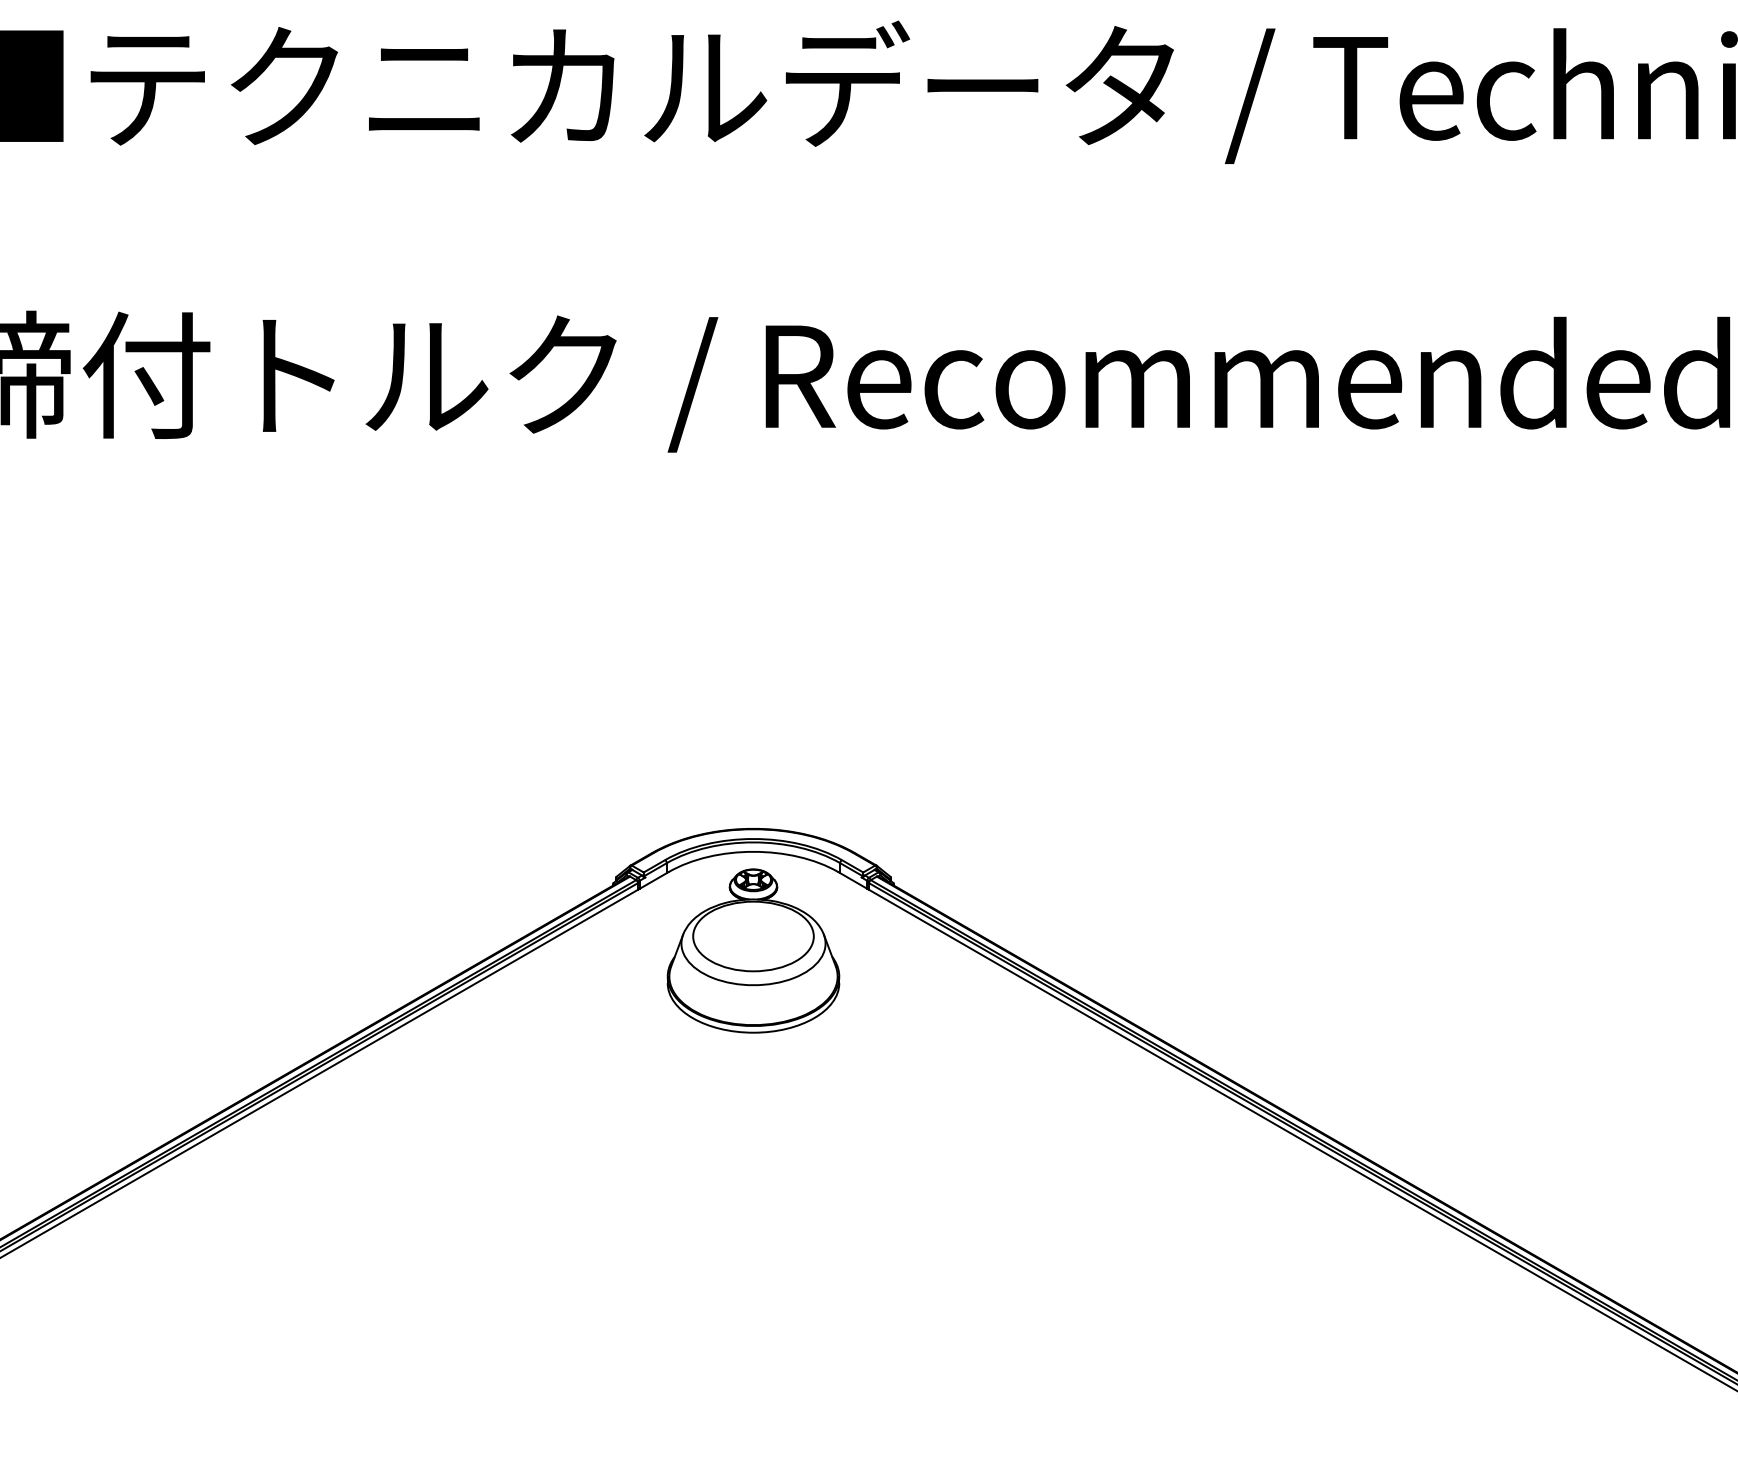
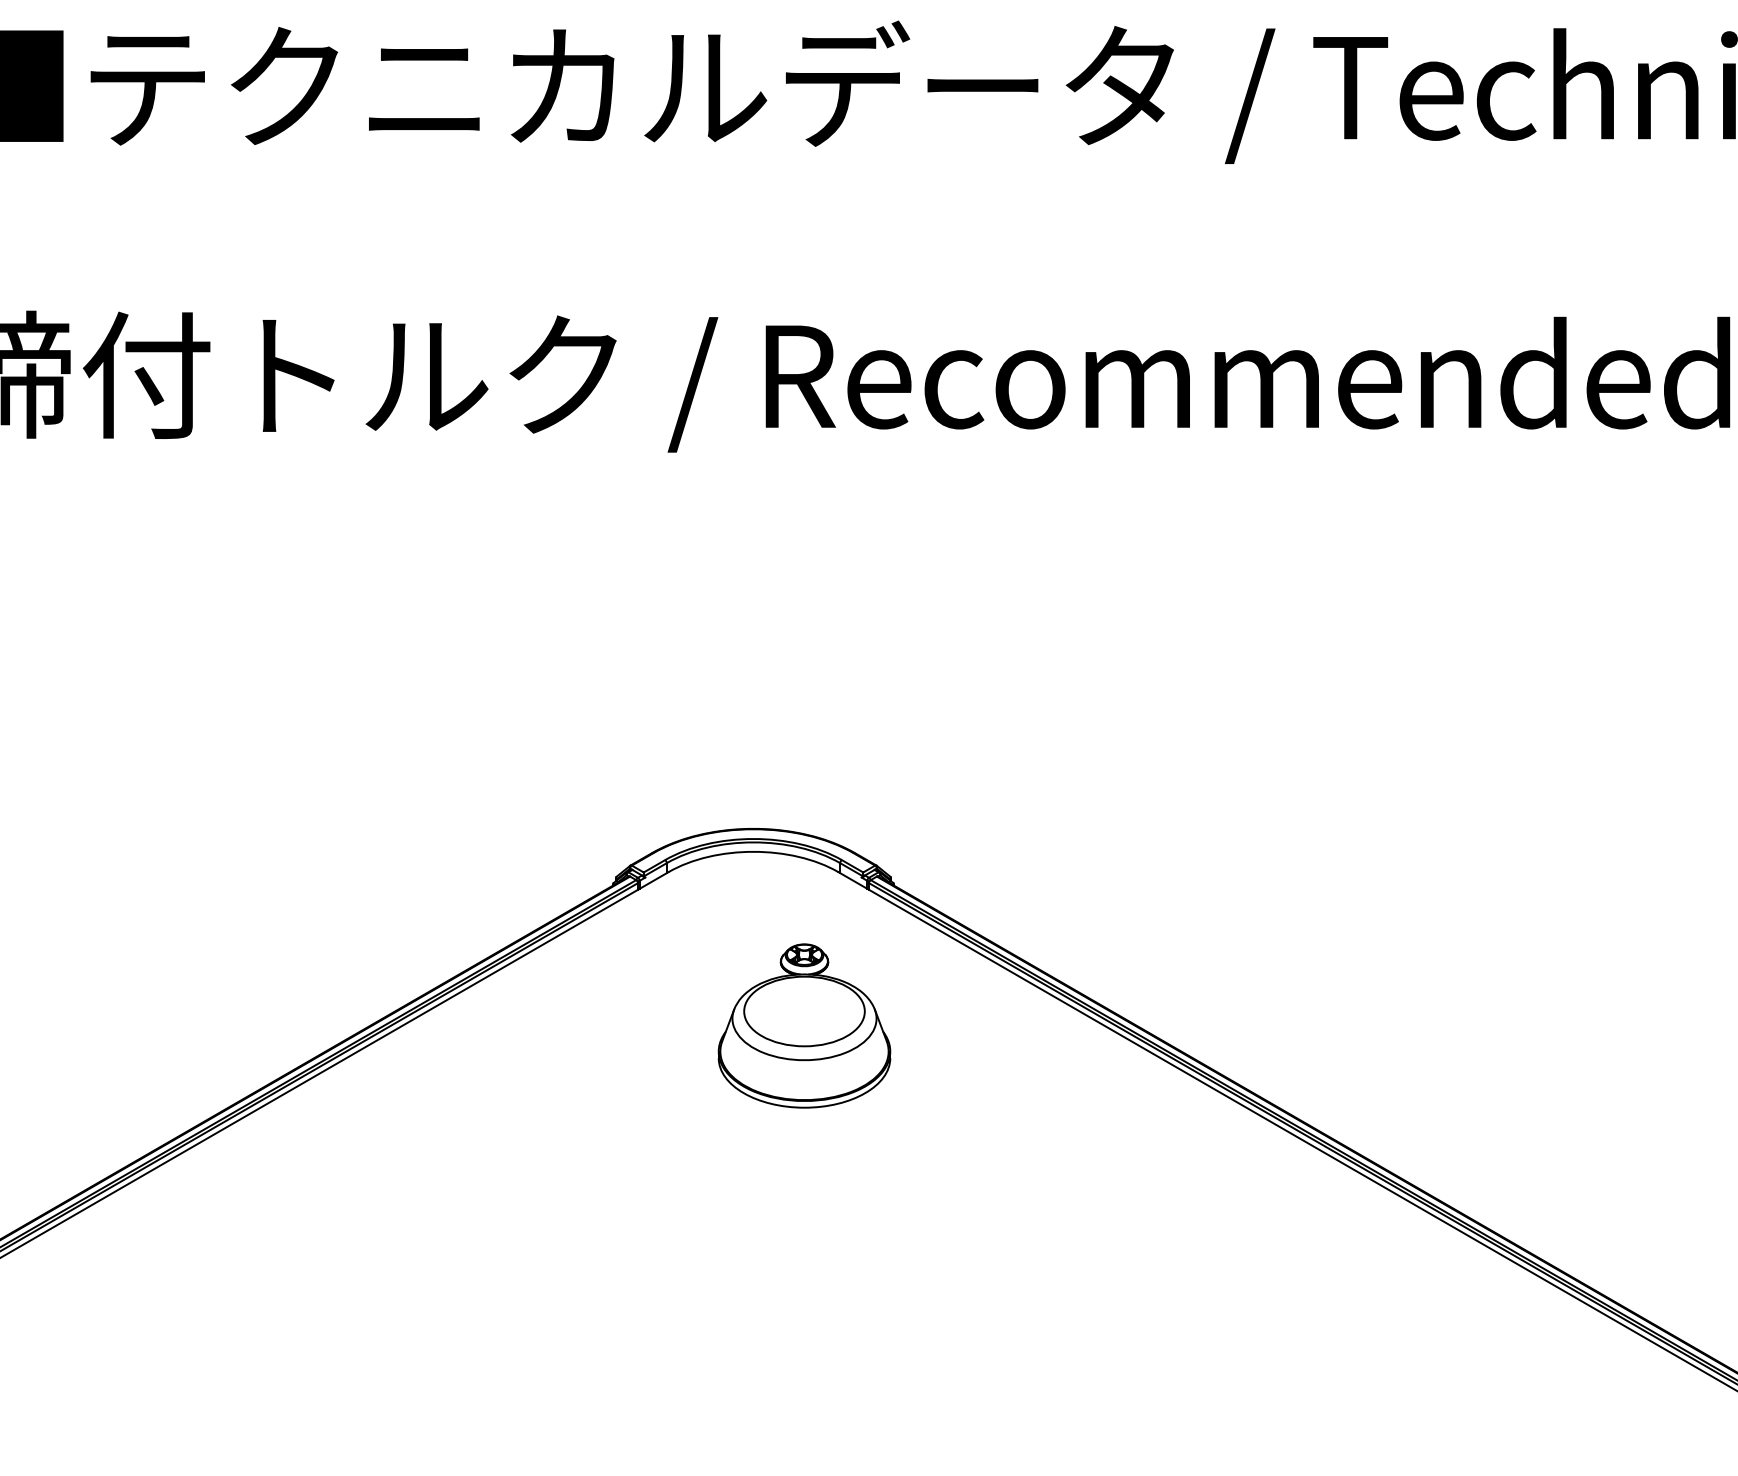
part at (753, 950) position: (753, 950) -> (804, 1025)
